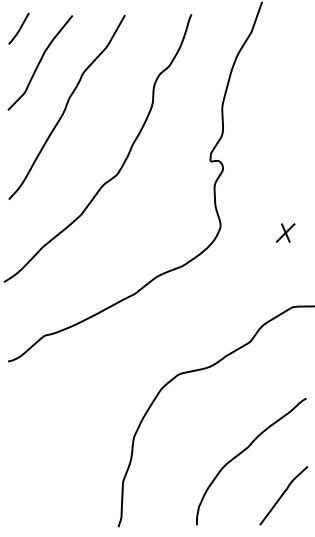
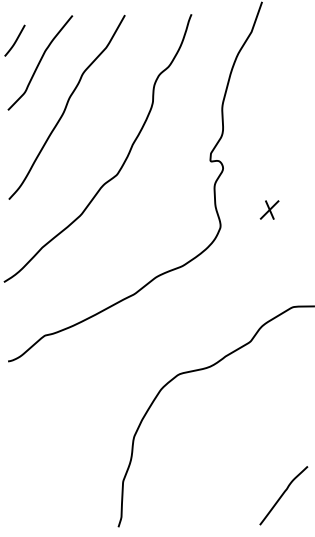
curve at (19, 28) position: (19, 28) -> (15, 40)
part at (285, 232) position: (285, 232) -> (269, 209)
curve at (243, 452): present -> none
